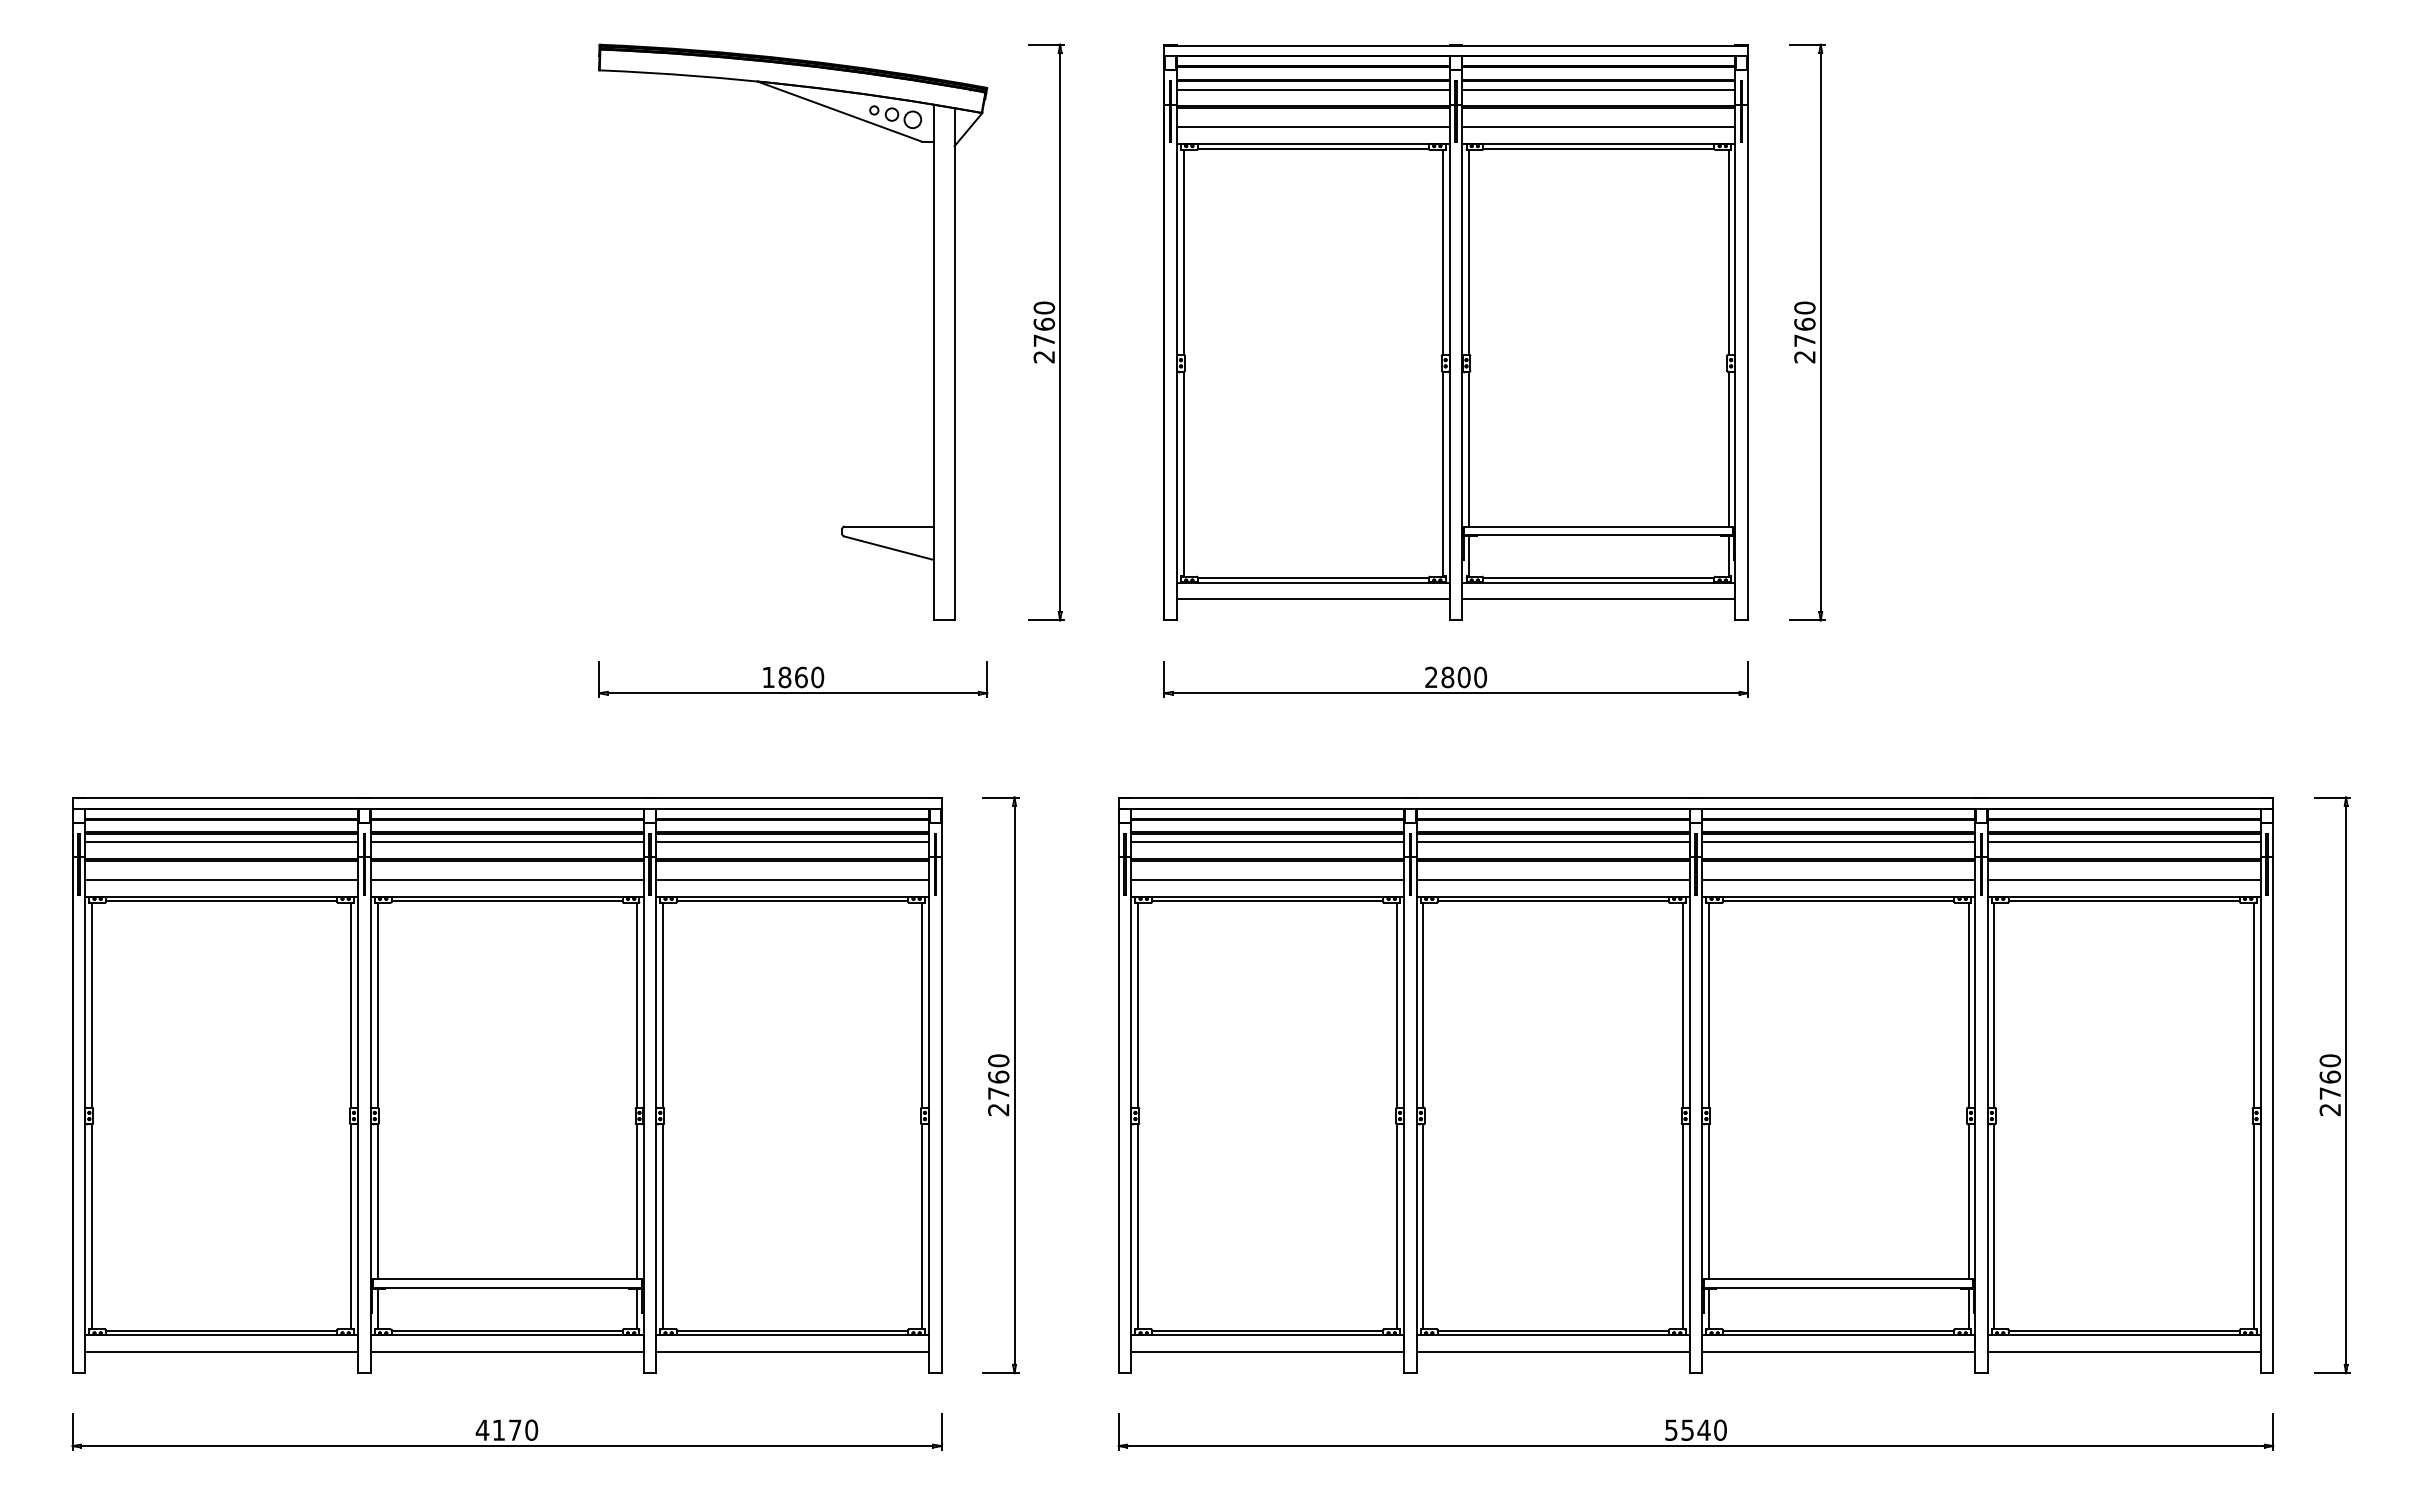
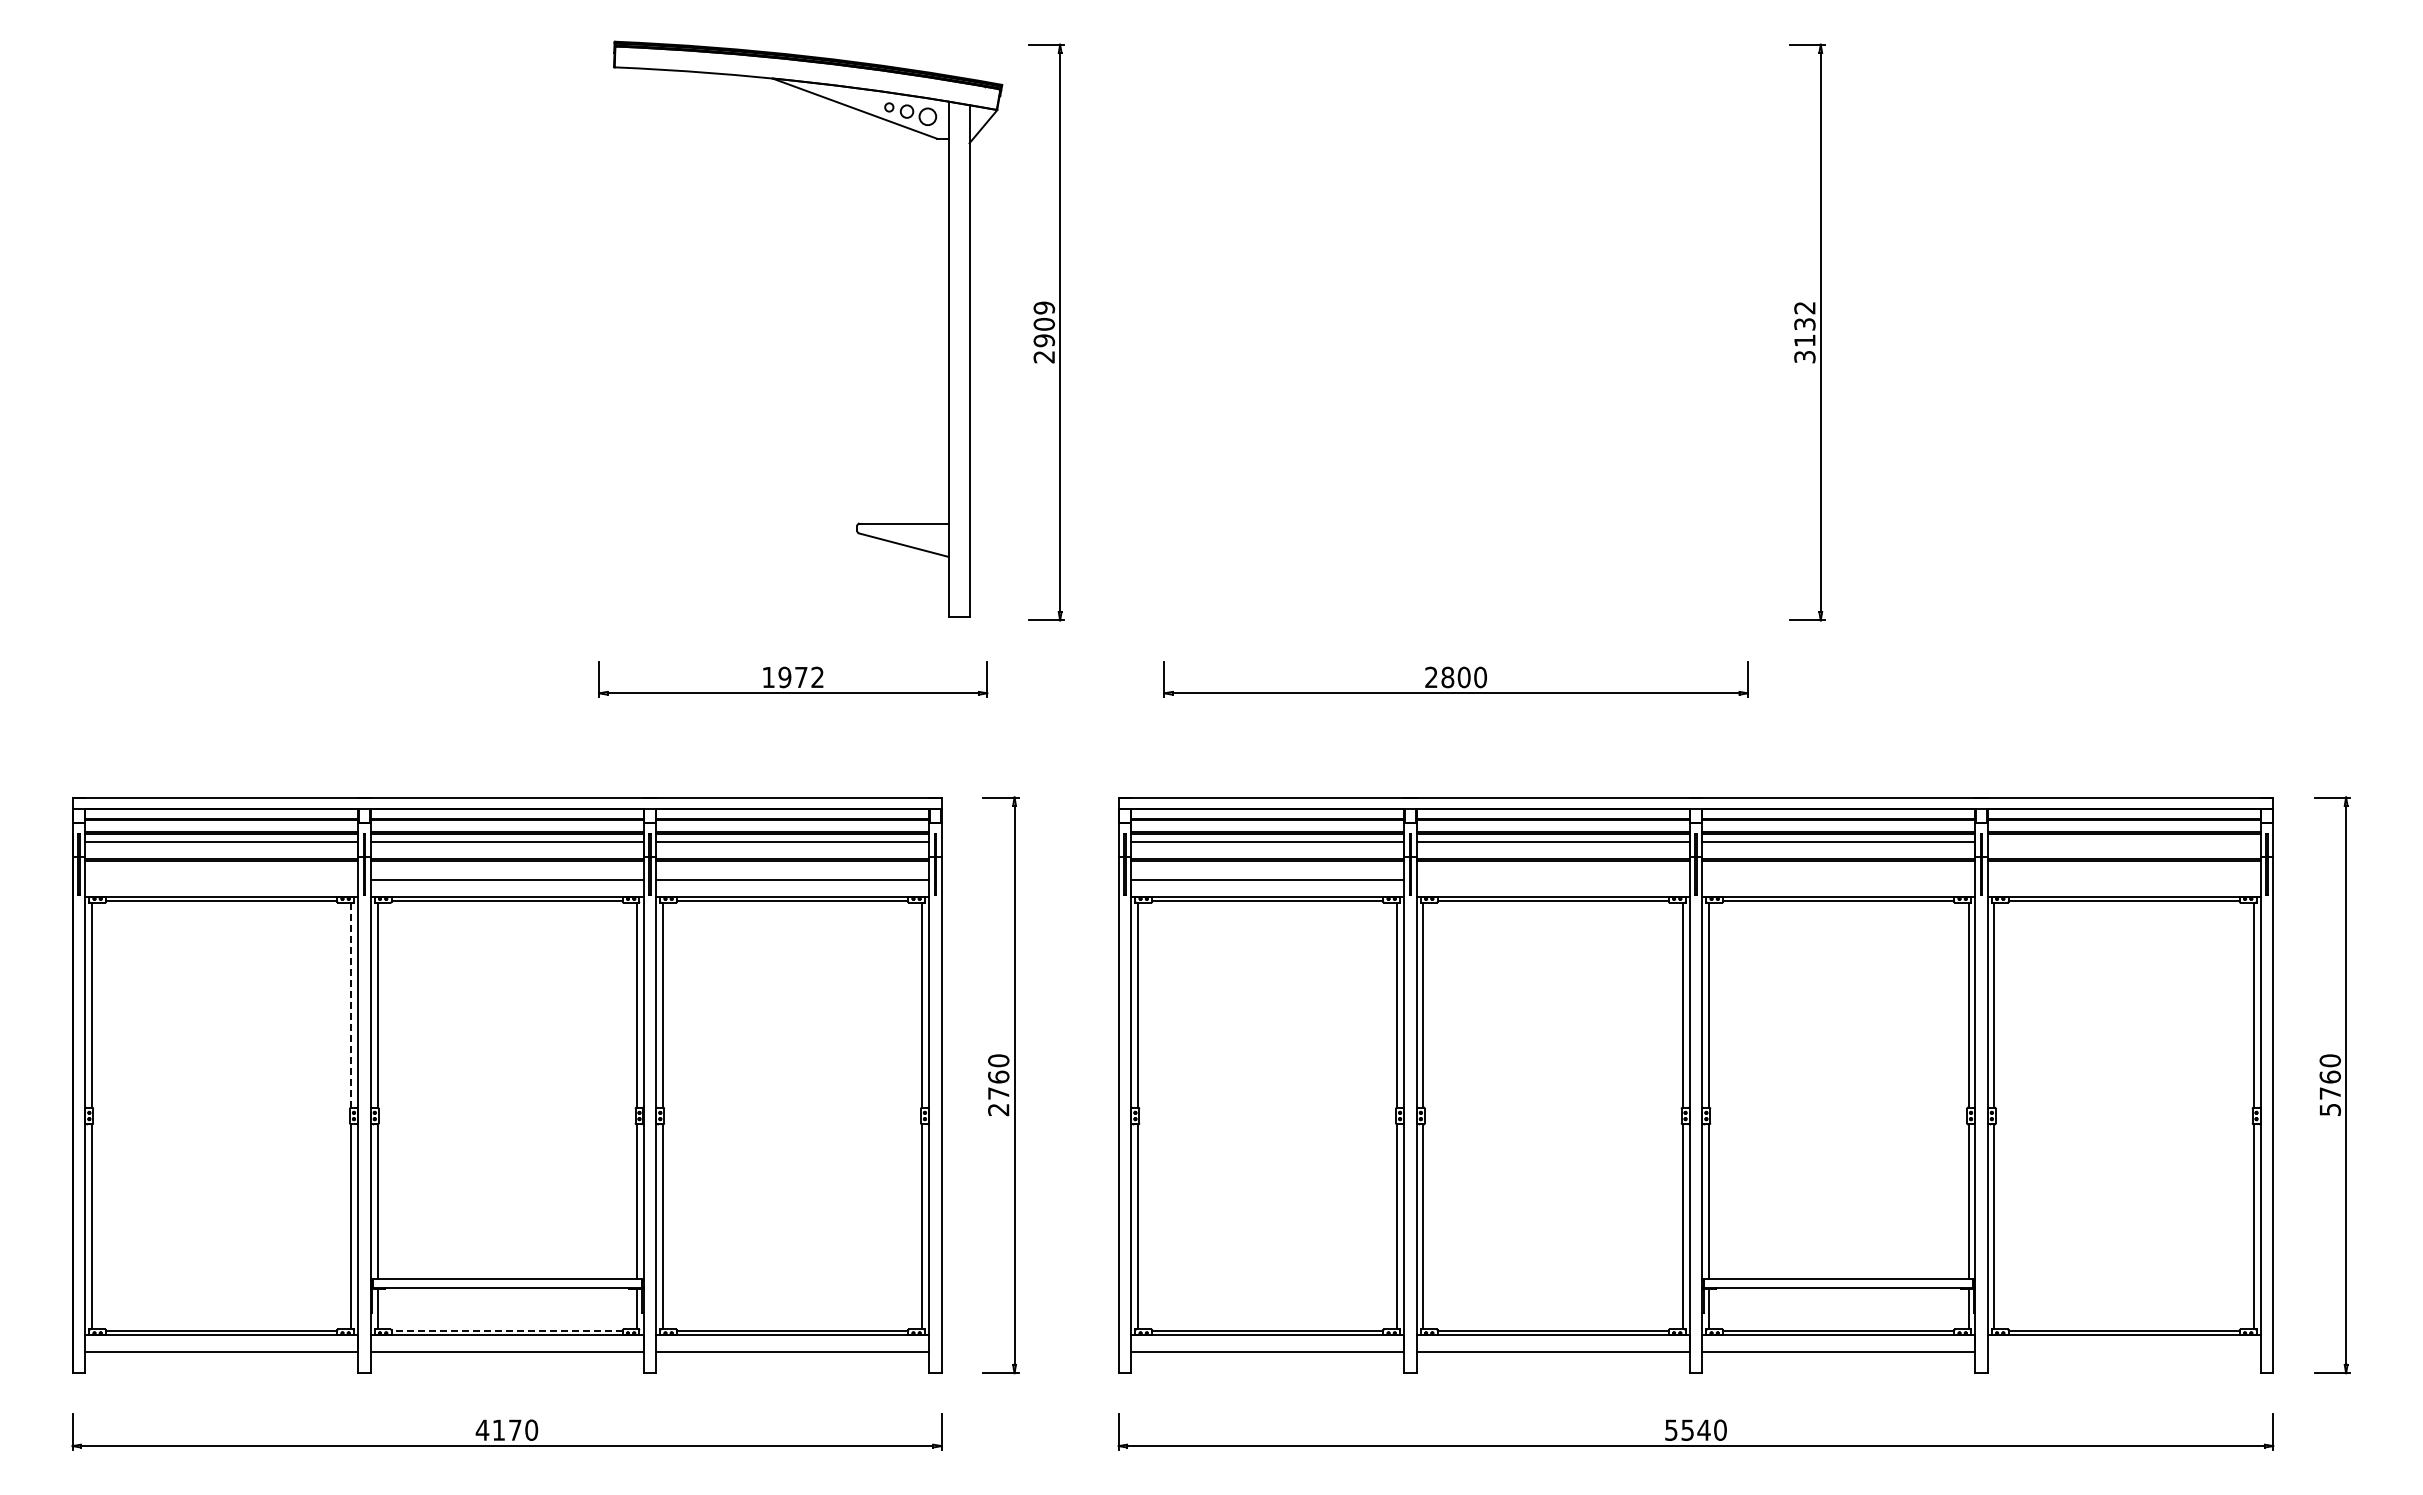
text at (1044, 324): 2760 -> 2909
part at (933, 331) position: (933, 331) -> (948, 328)
part at (1455, 332): present -> none
text at (1804, 332): 2760 -> 3132
text at (801, 677): 1860 -> 1972
line at (2123, 842): present -> none
line at (221, 880): present -> none
line at (1552, 880): present -> none
line at (1838, 880): present -> none
line at (2123, 880): present -> none
line at (351, 1005): solid -> dashed
text at (2330, 1110): 2760 -> 5760
line at (507, 1330): solid -> dashed
line at (2123, 1352): present -> none
